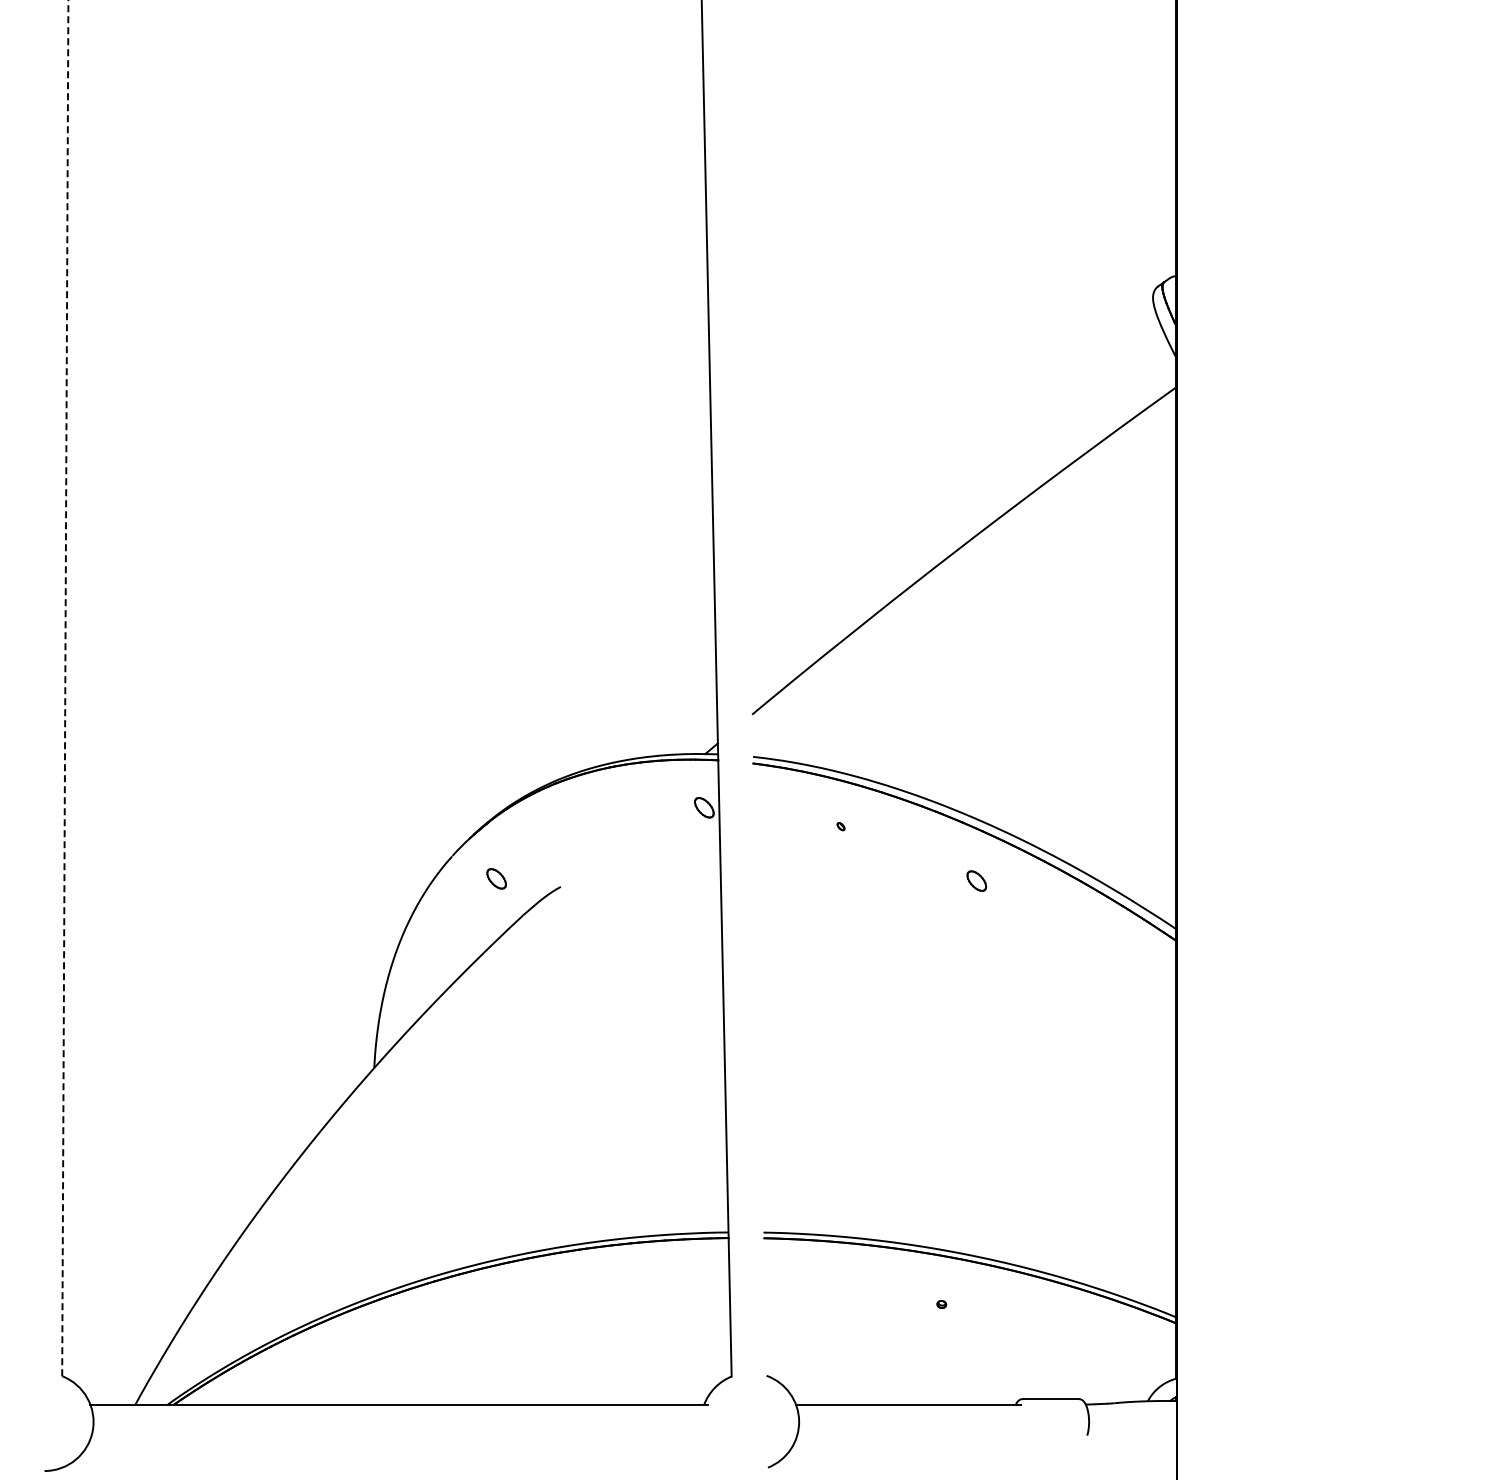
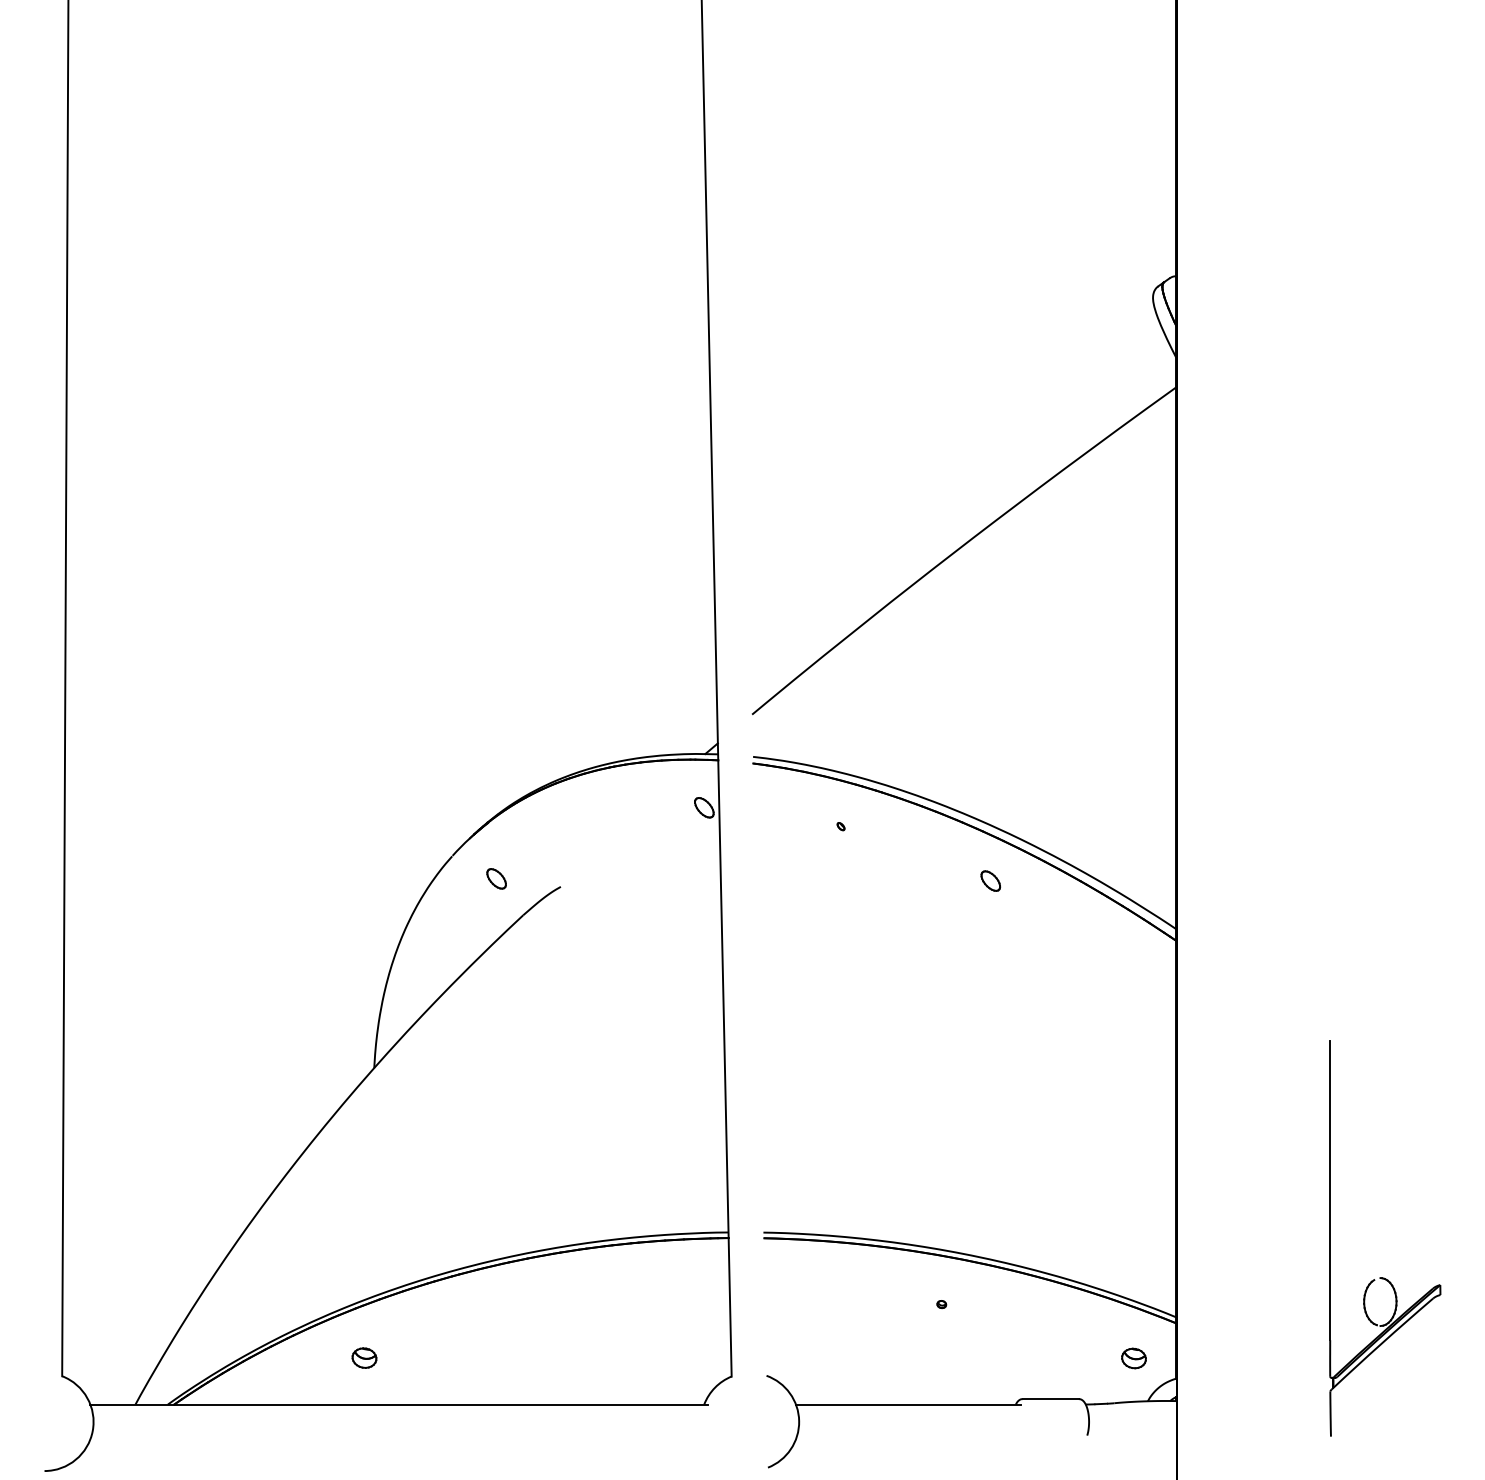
line at (65, 688): dashed -> solid
part at (976, 880) position: (976, 880) -> (990, 880)
part at (1384, 1277): none -> present
part at (364, 1357): none -> present
part at (1133, 1358): none -> present
